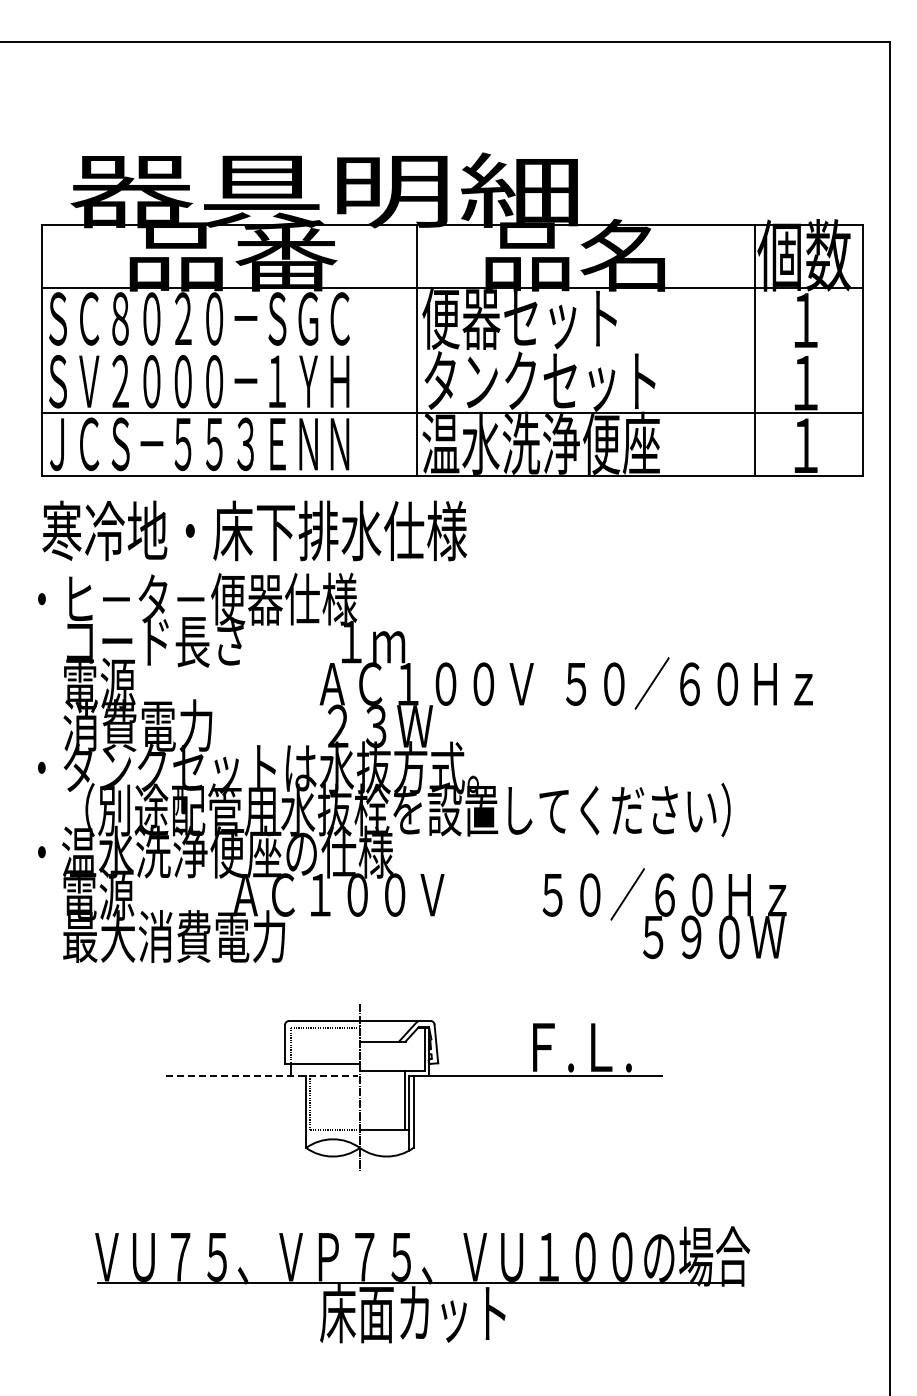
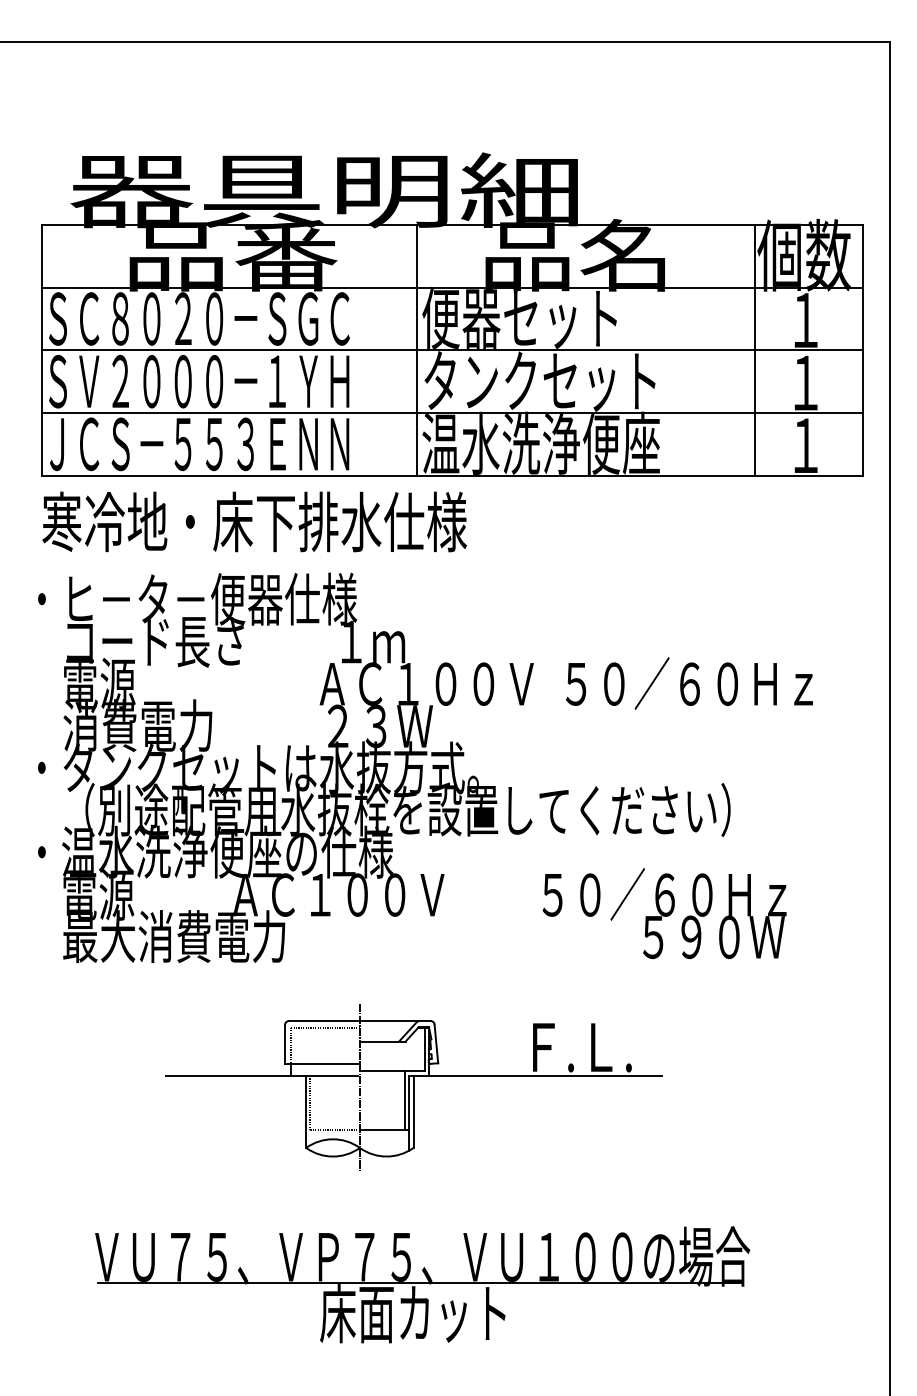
line at (452, 350): none -> present
text at (254, 530) position: (254, 530) -> (254, 521)
line at (262, 1075): dashed -> solid
